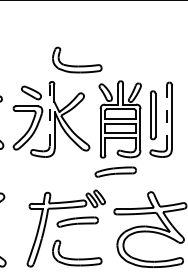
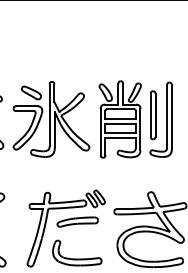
part at (77, 59): present -> none
line at (49, 115): dashed -> solid
line at (167, 115): dashed -> solid
part at (115, 171): present -> none
